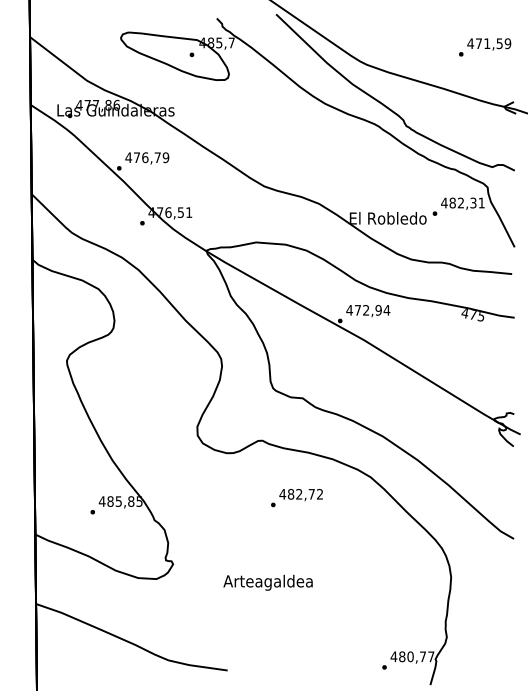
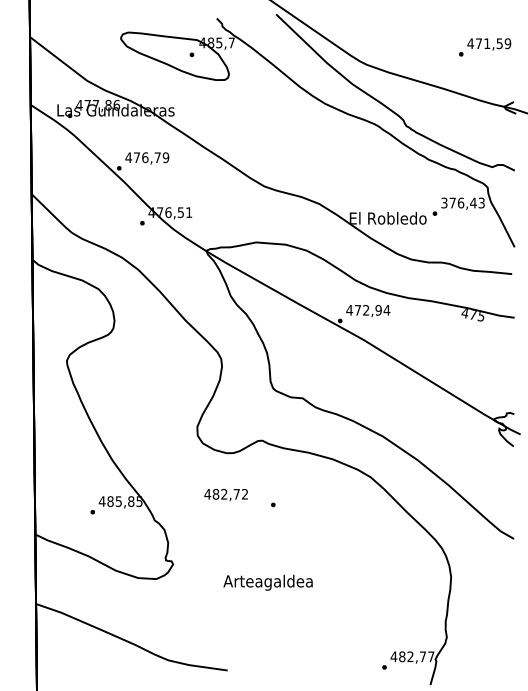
text at (462, 202): 482,31 -> 376,43
text at (300, 495) position: (300, 495) -> (225, 495)
text at (410, 656): 480,77 -> 482,77
